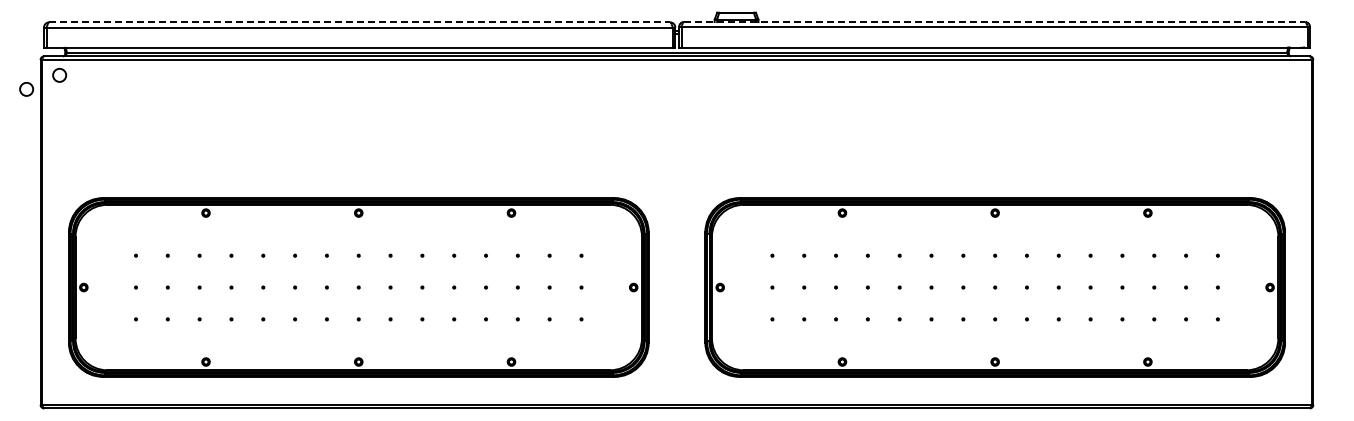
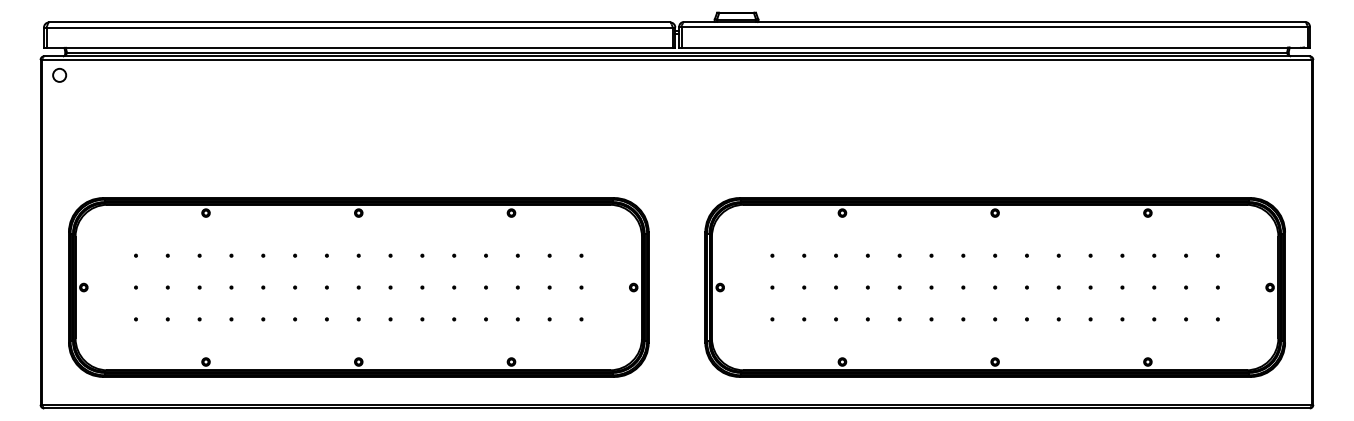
line at (359, 22): dashed -> solid
line at (994, 22): dashed -> solid
circle at (26, 89): present -> none
